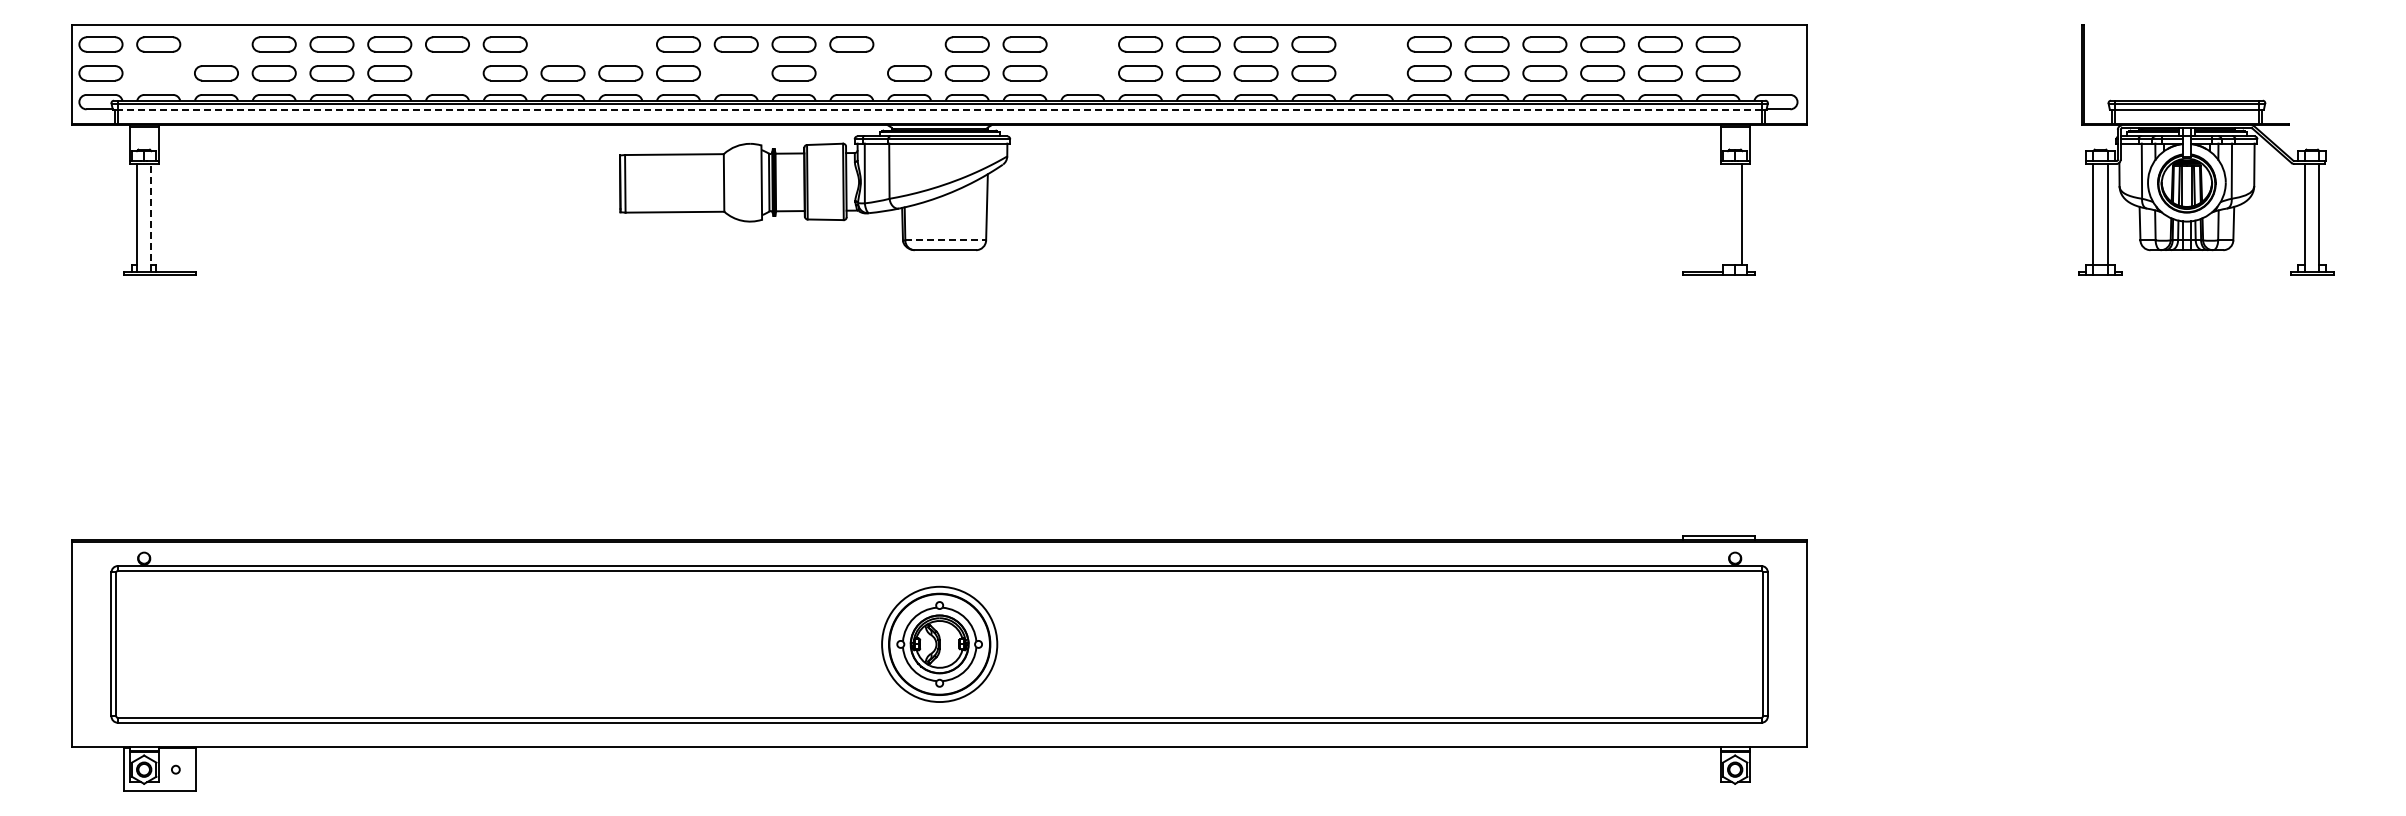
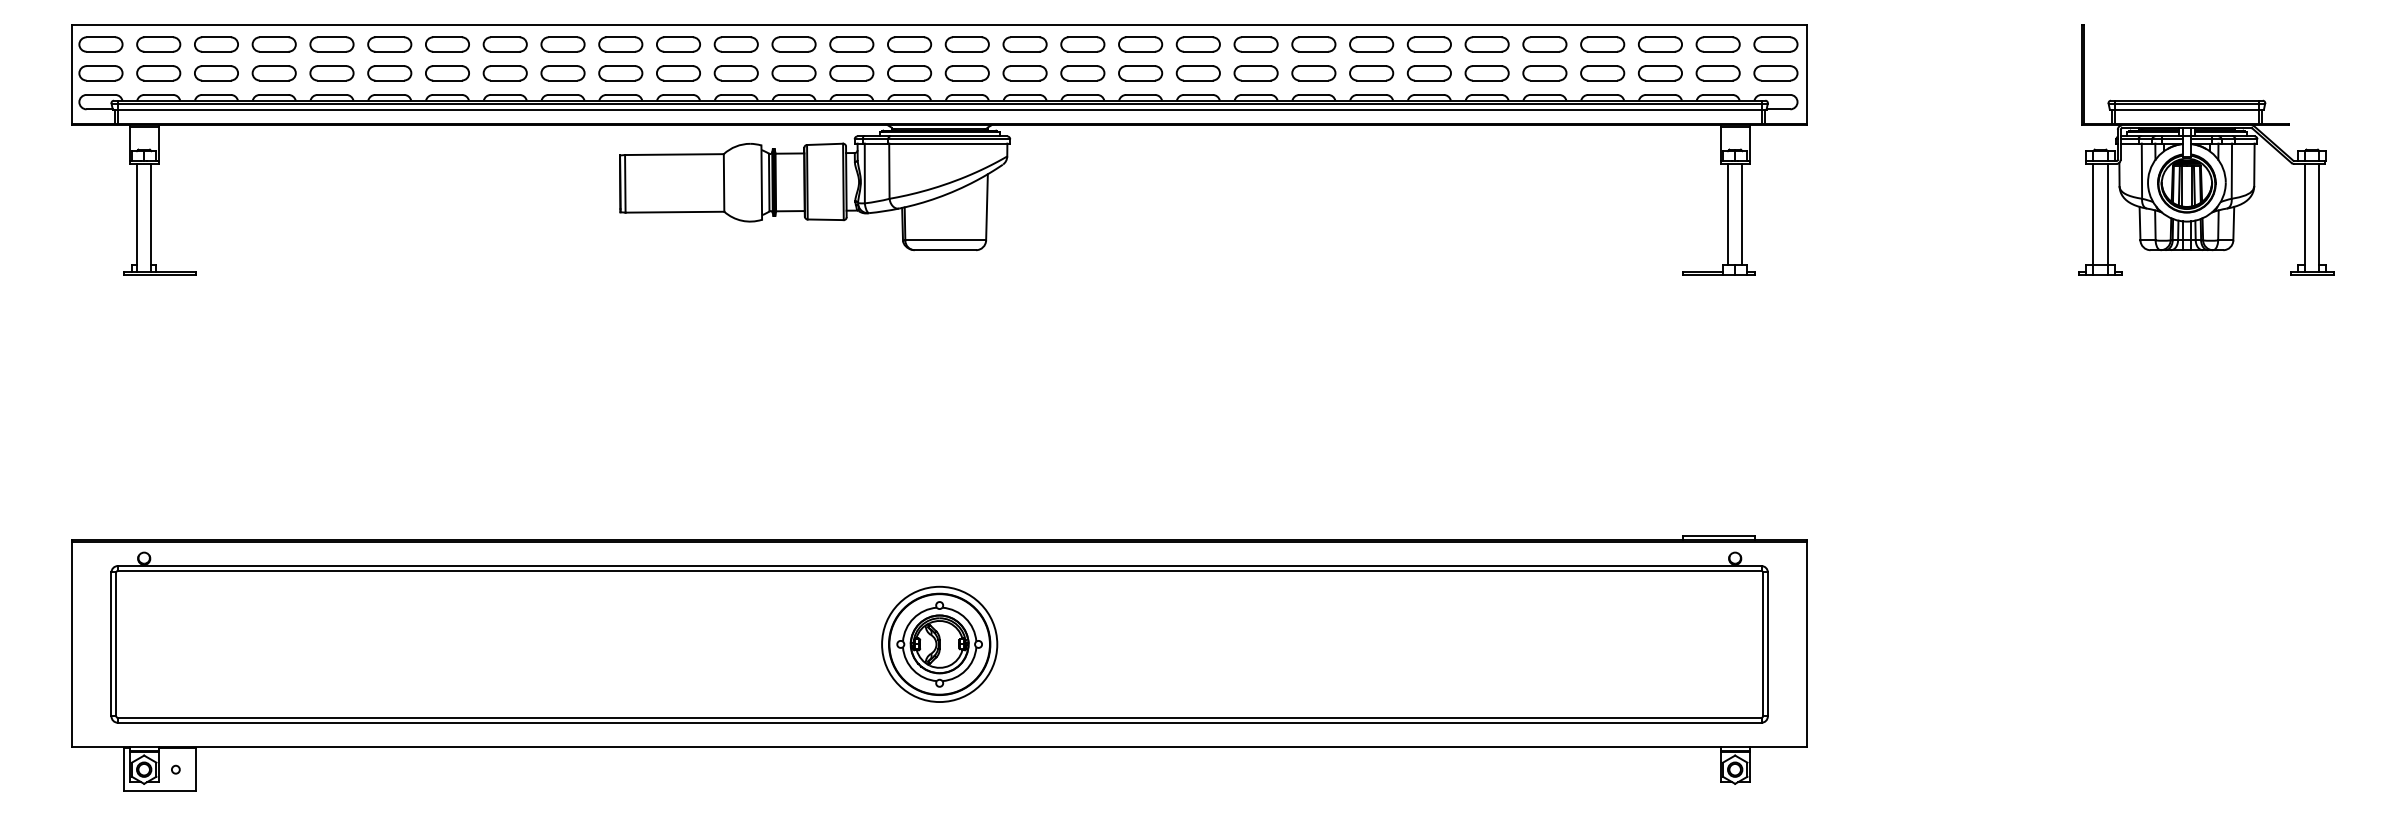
part at (216, 44): none -> present
part at (562, 44): none -> present
part at (620, 44): none -> present
part at (909, 44): none -> present
part at (1082, 44): none -> present
part at (1371, 44): none -> present
part at (1775, 44): none -> present
part at (158, 73): none -> present
part at (447, 73): none -> present
part at (735, 73): none -> present
part at (851, 73): none -> present
part at (1082, 73): none -> present
part at (1371, 73): none -> present
part at (1775, 73): none -> present
line at (939, 109): dashed -> solid
line at (1727, 214): none -> present
line at (151, 217): dashed -> solid
line at (946, 240): dashed -> solid
